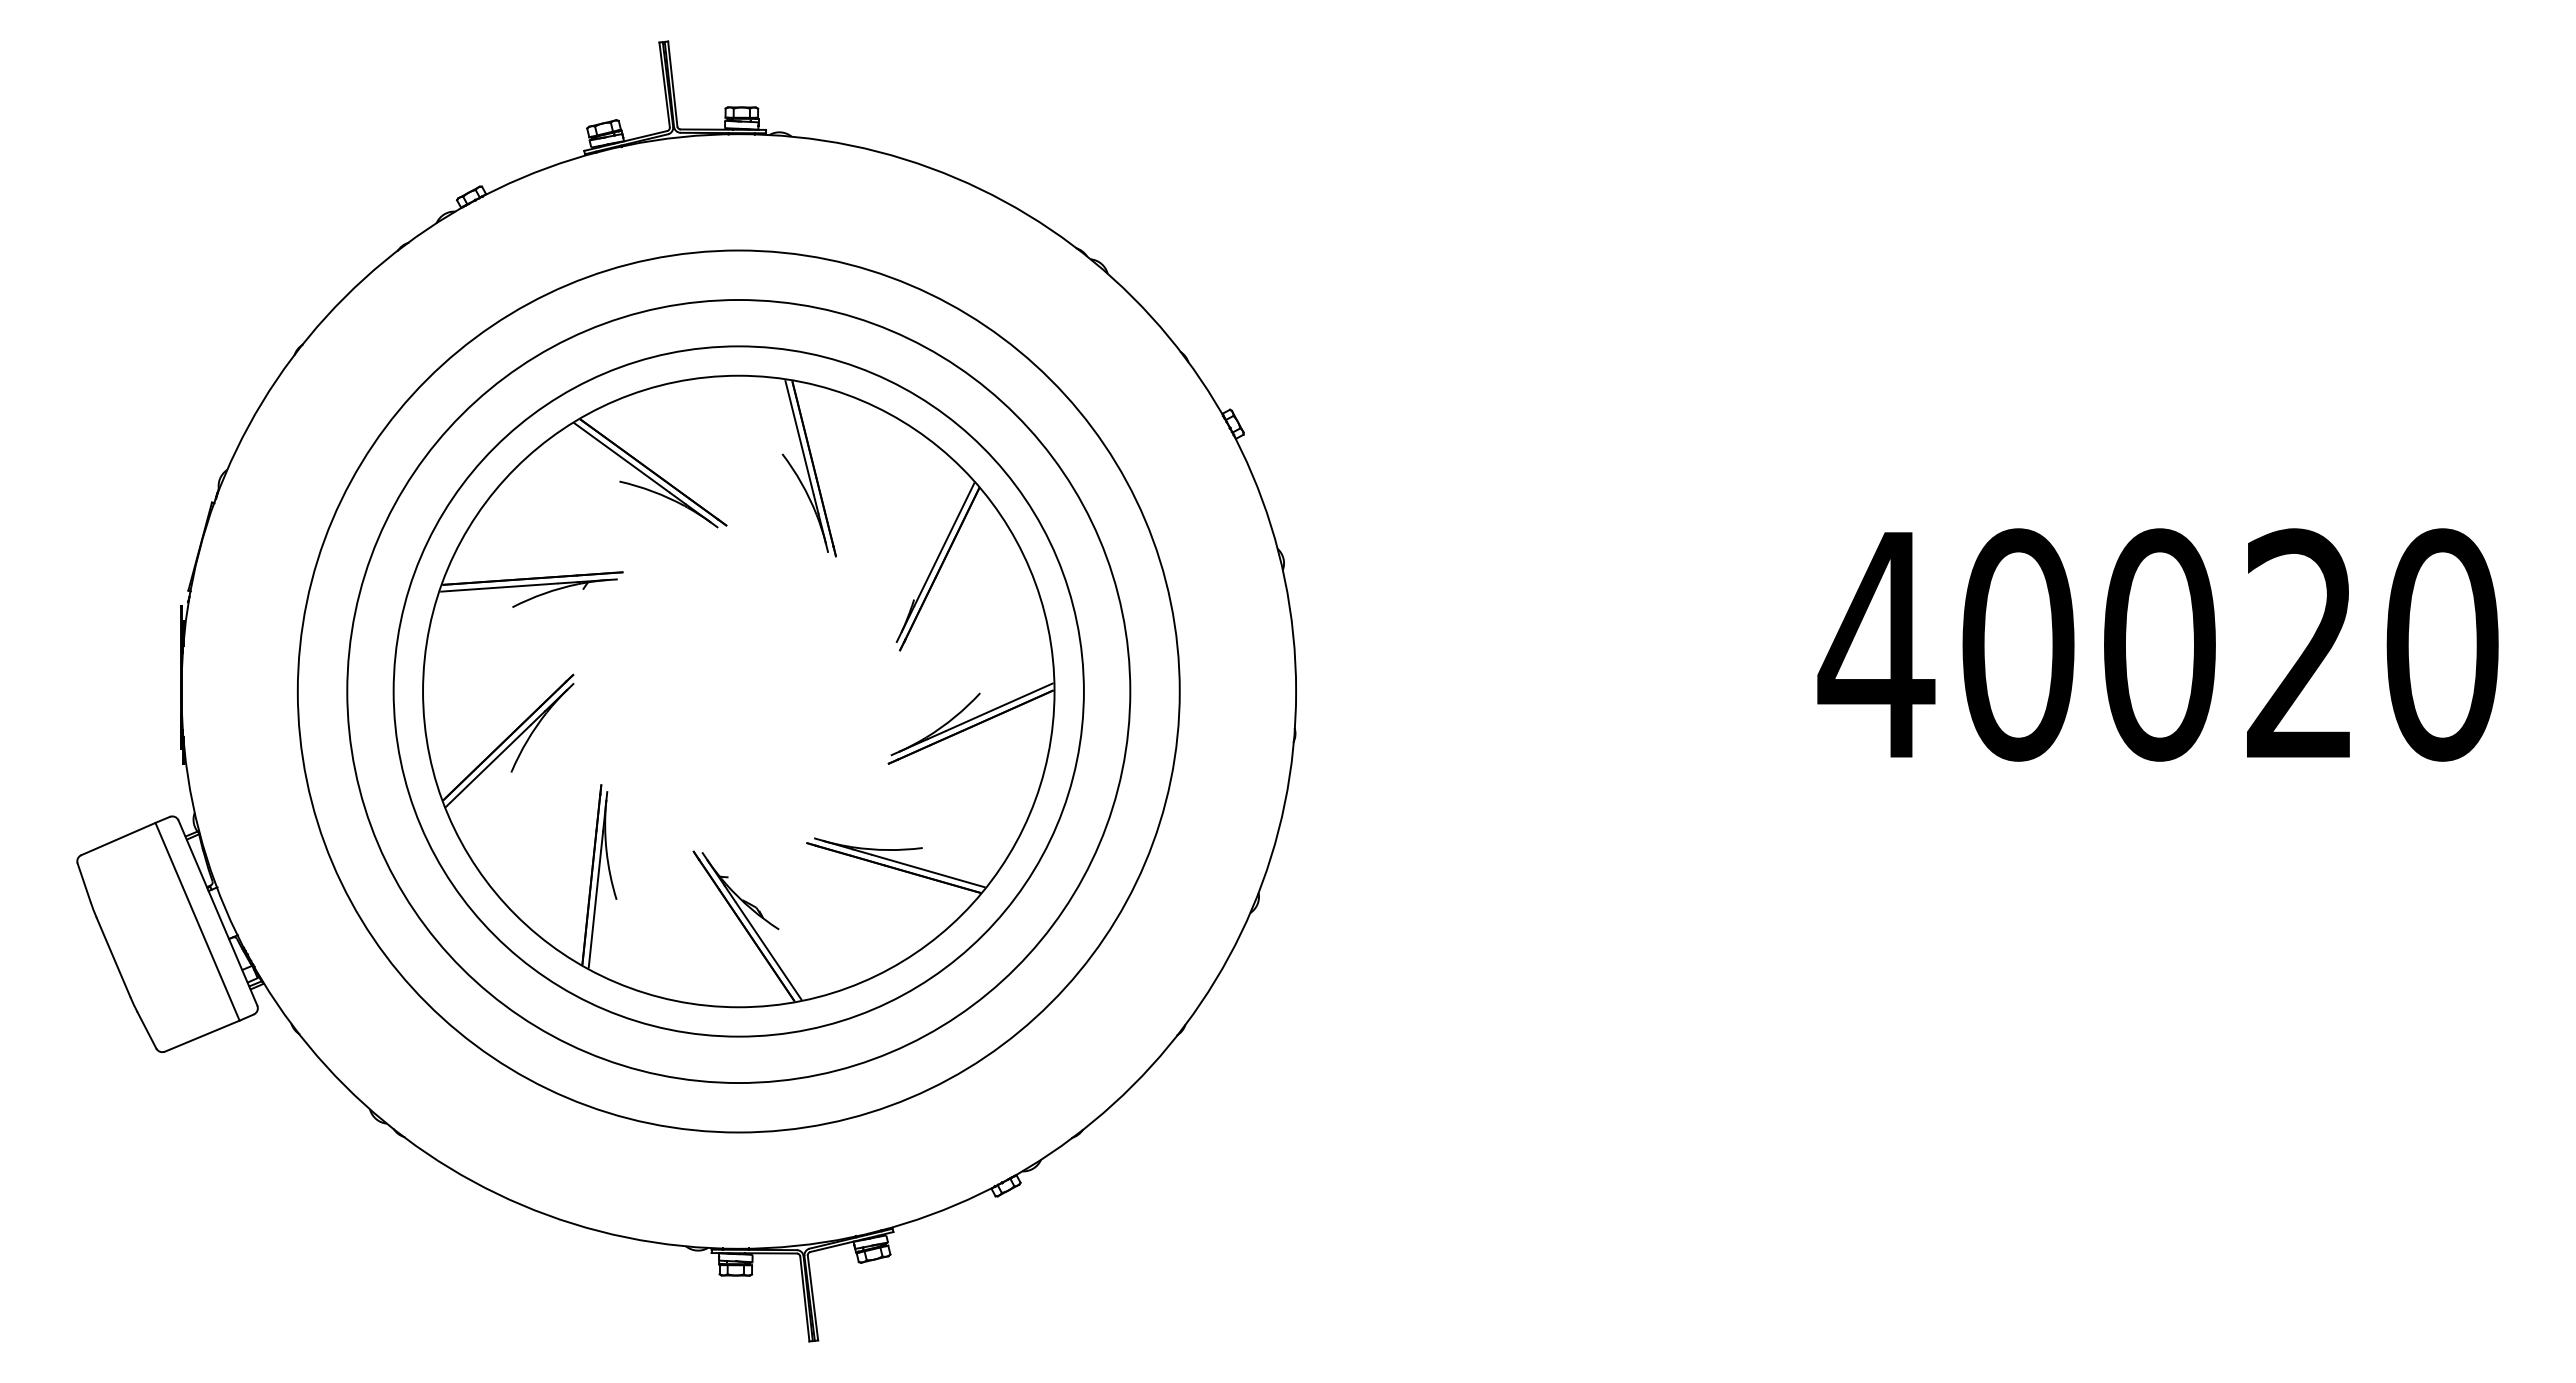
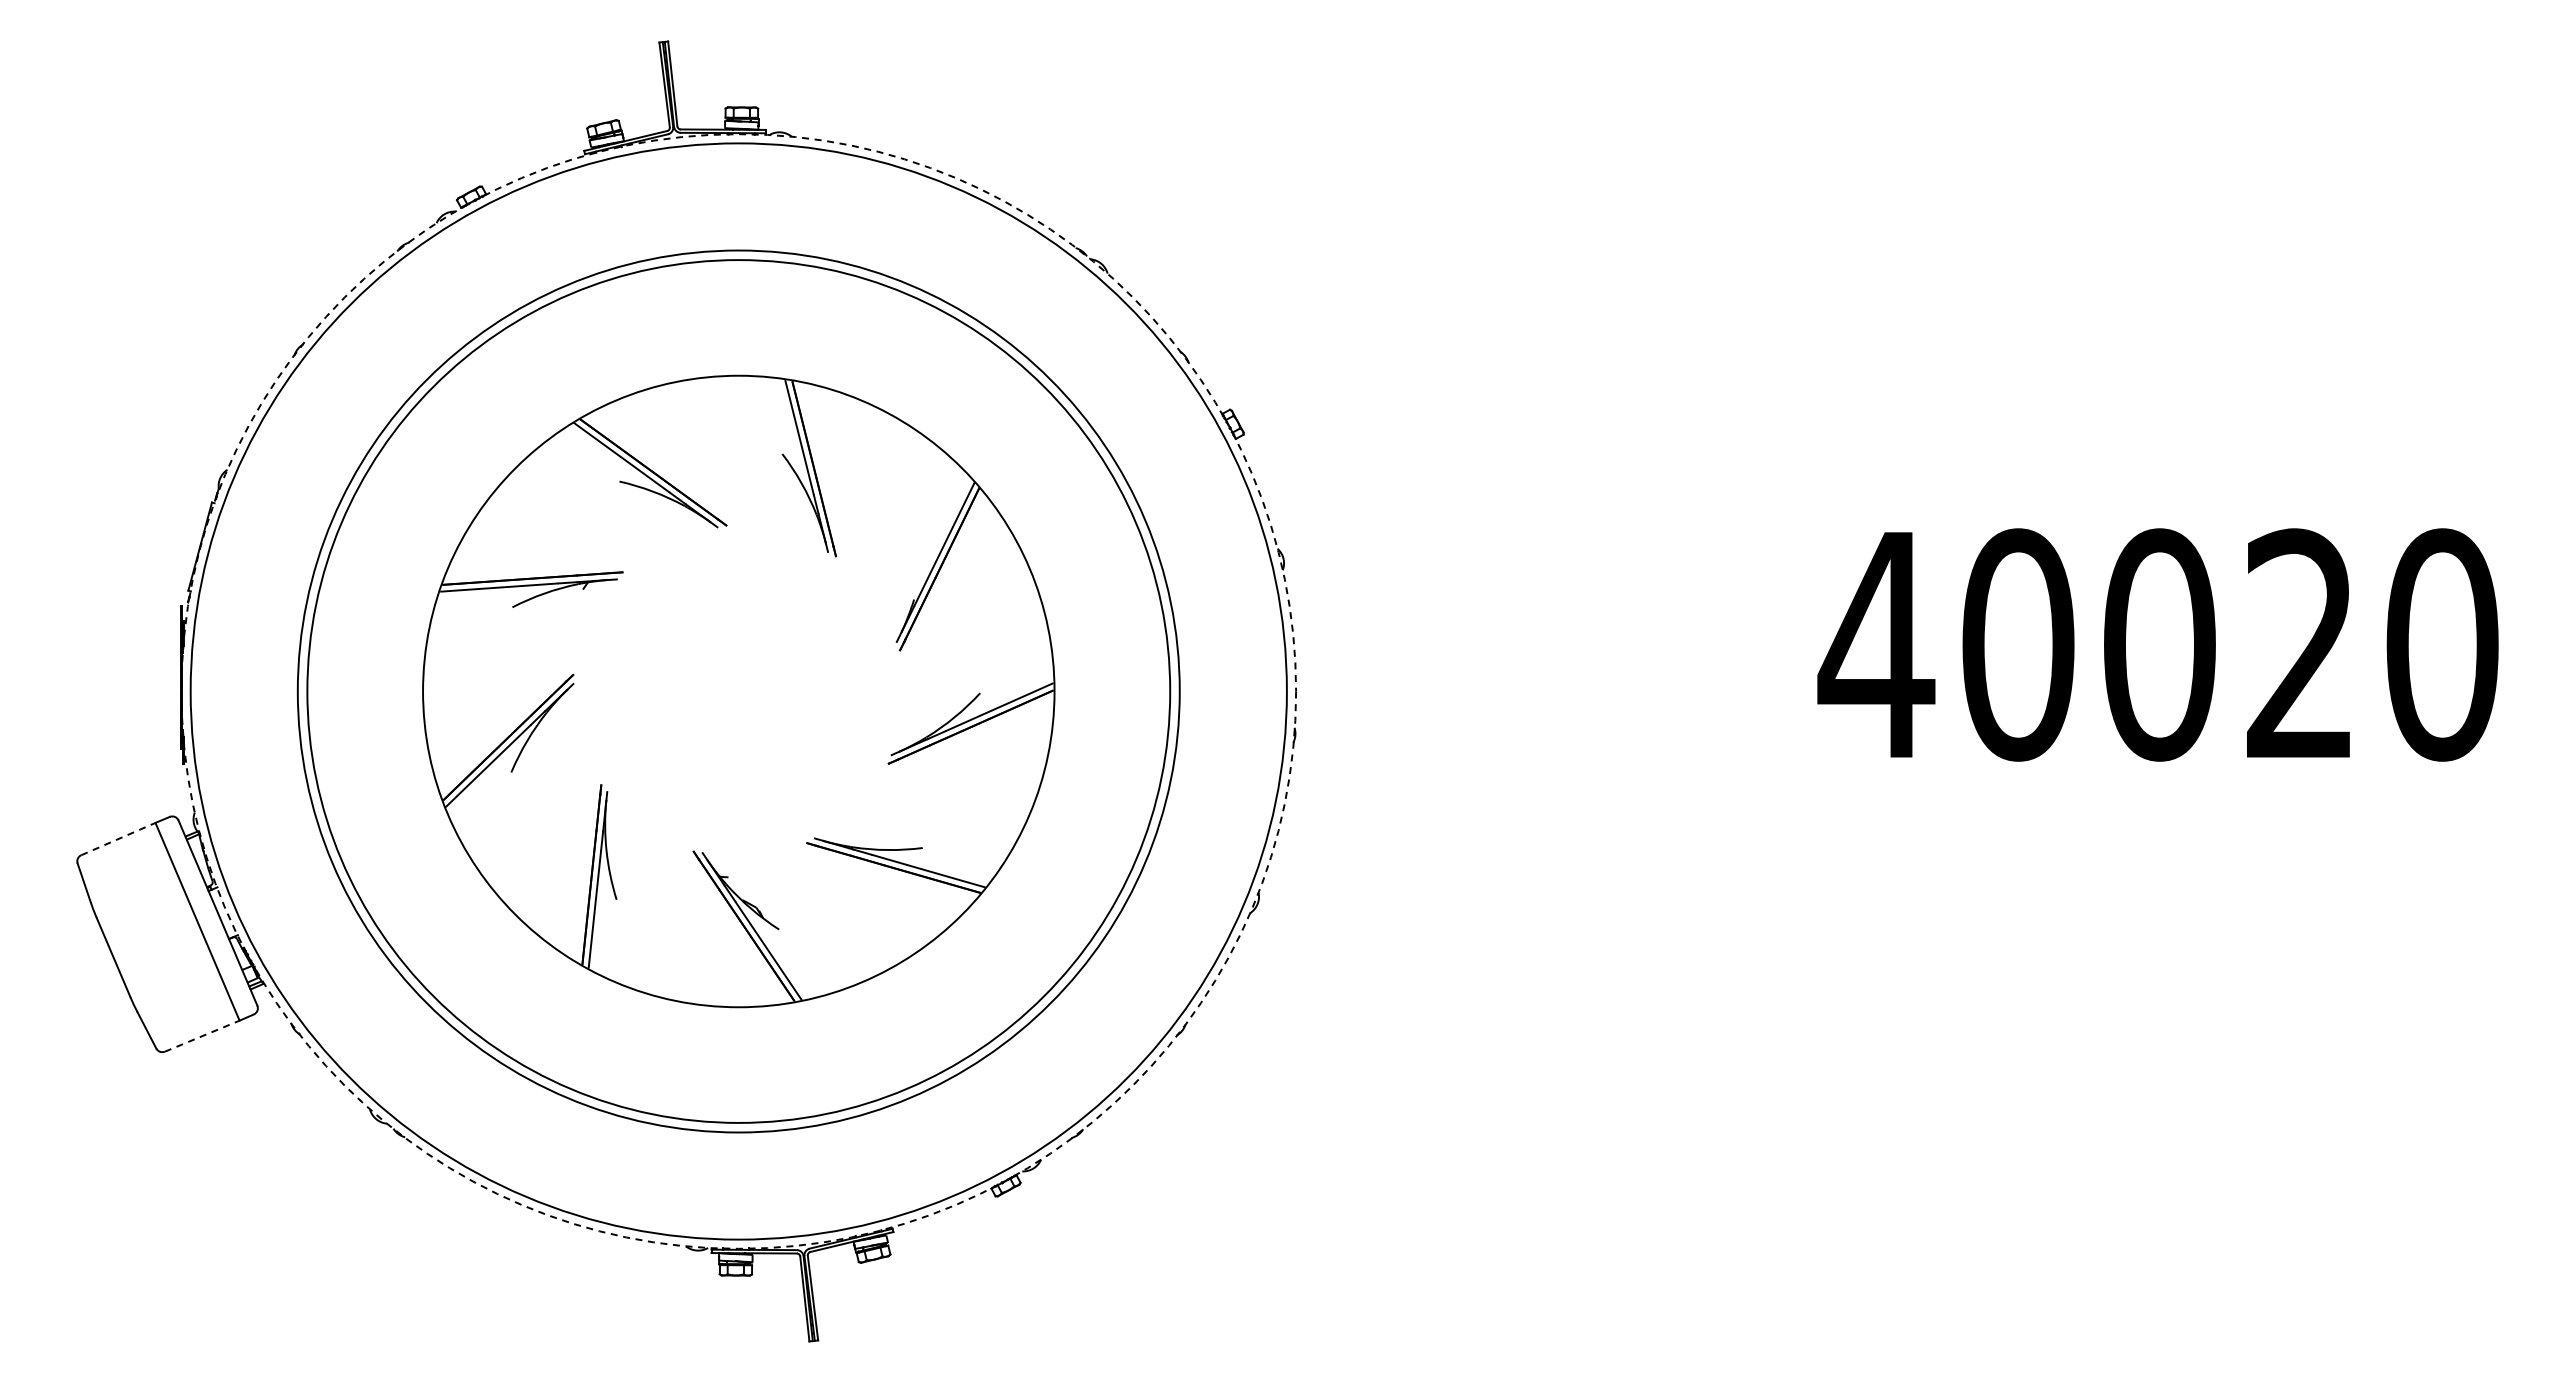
circle at (738, 691) diameter: 690 px -> 863 px
circle at (738, 691) diameter: 783 px -> 1096 px
circle at (738, 691): solid -> dashed
line at (118, 838): solid -> dashed
line at (202, 1036): solid -> dashed
